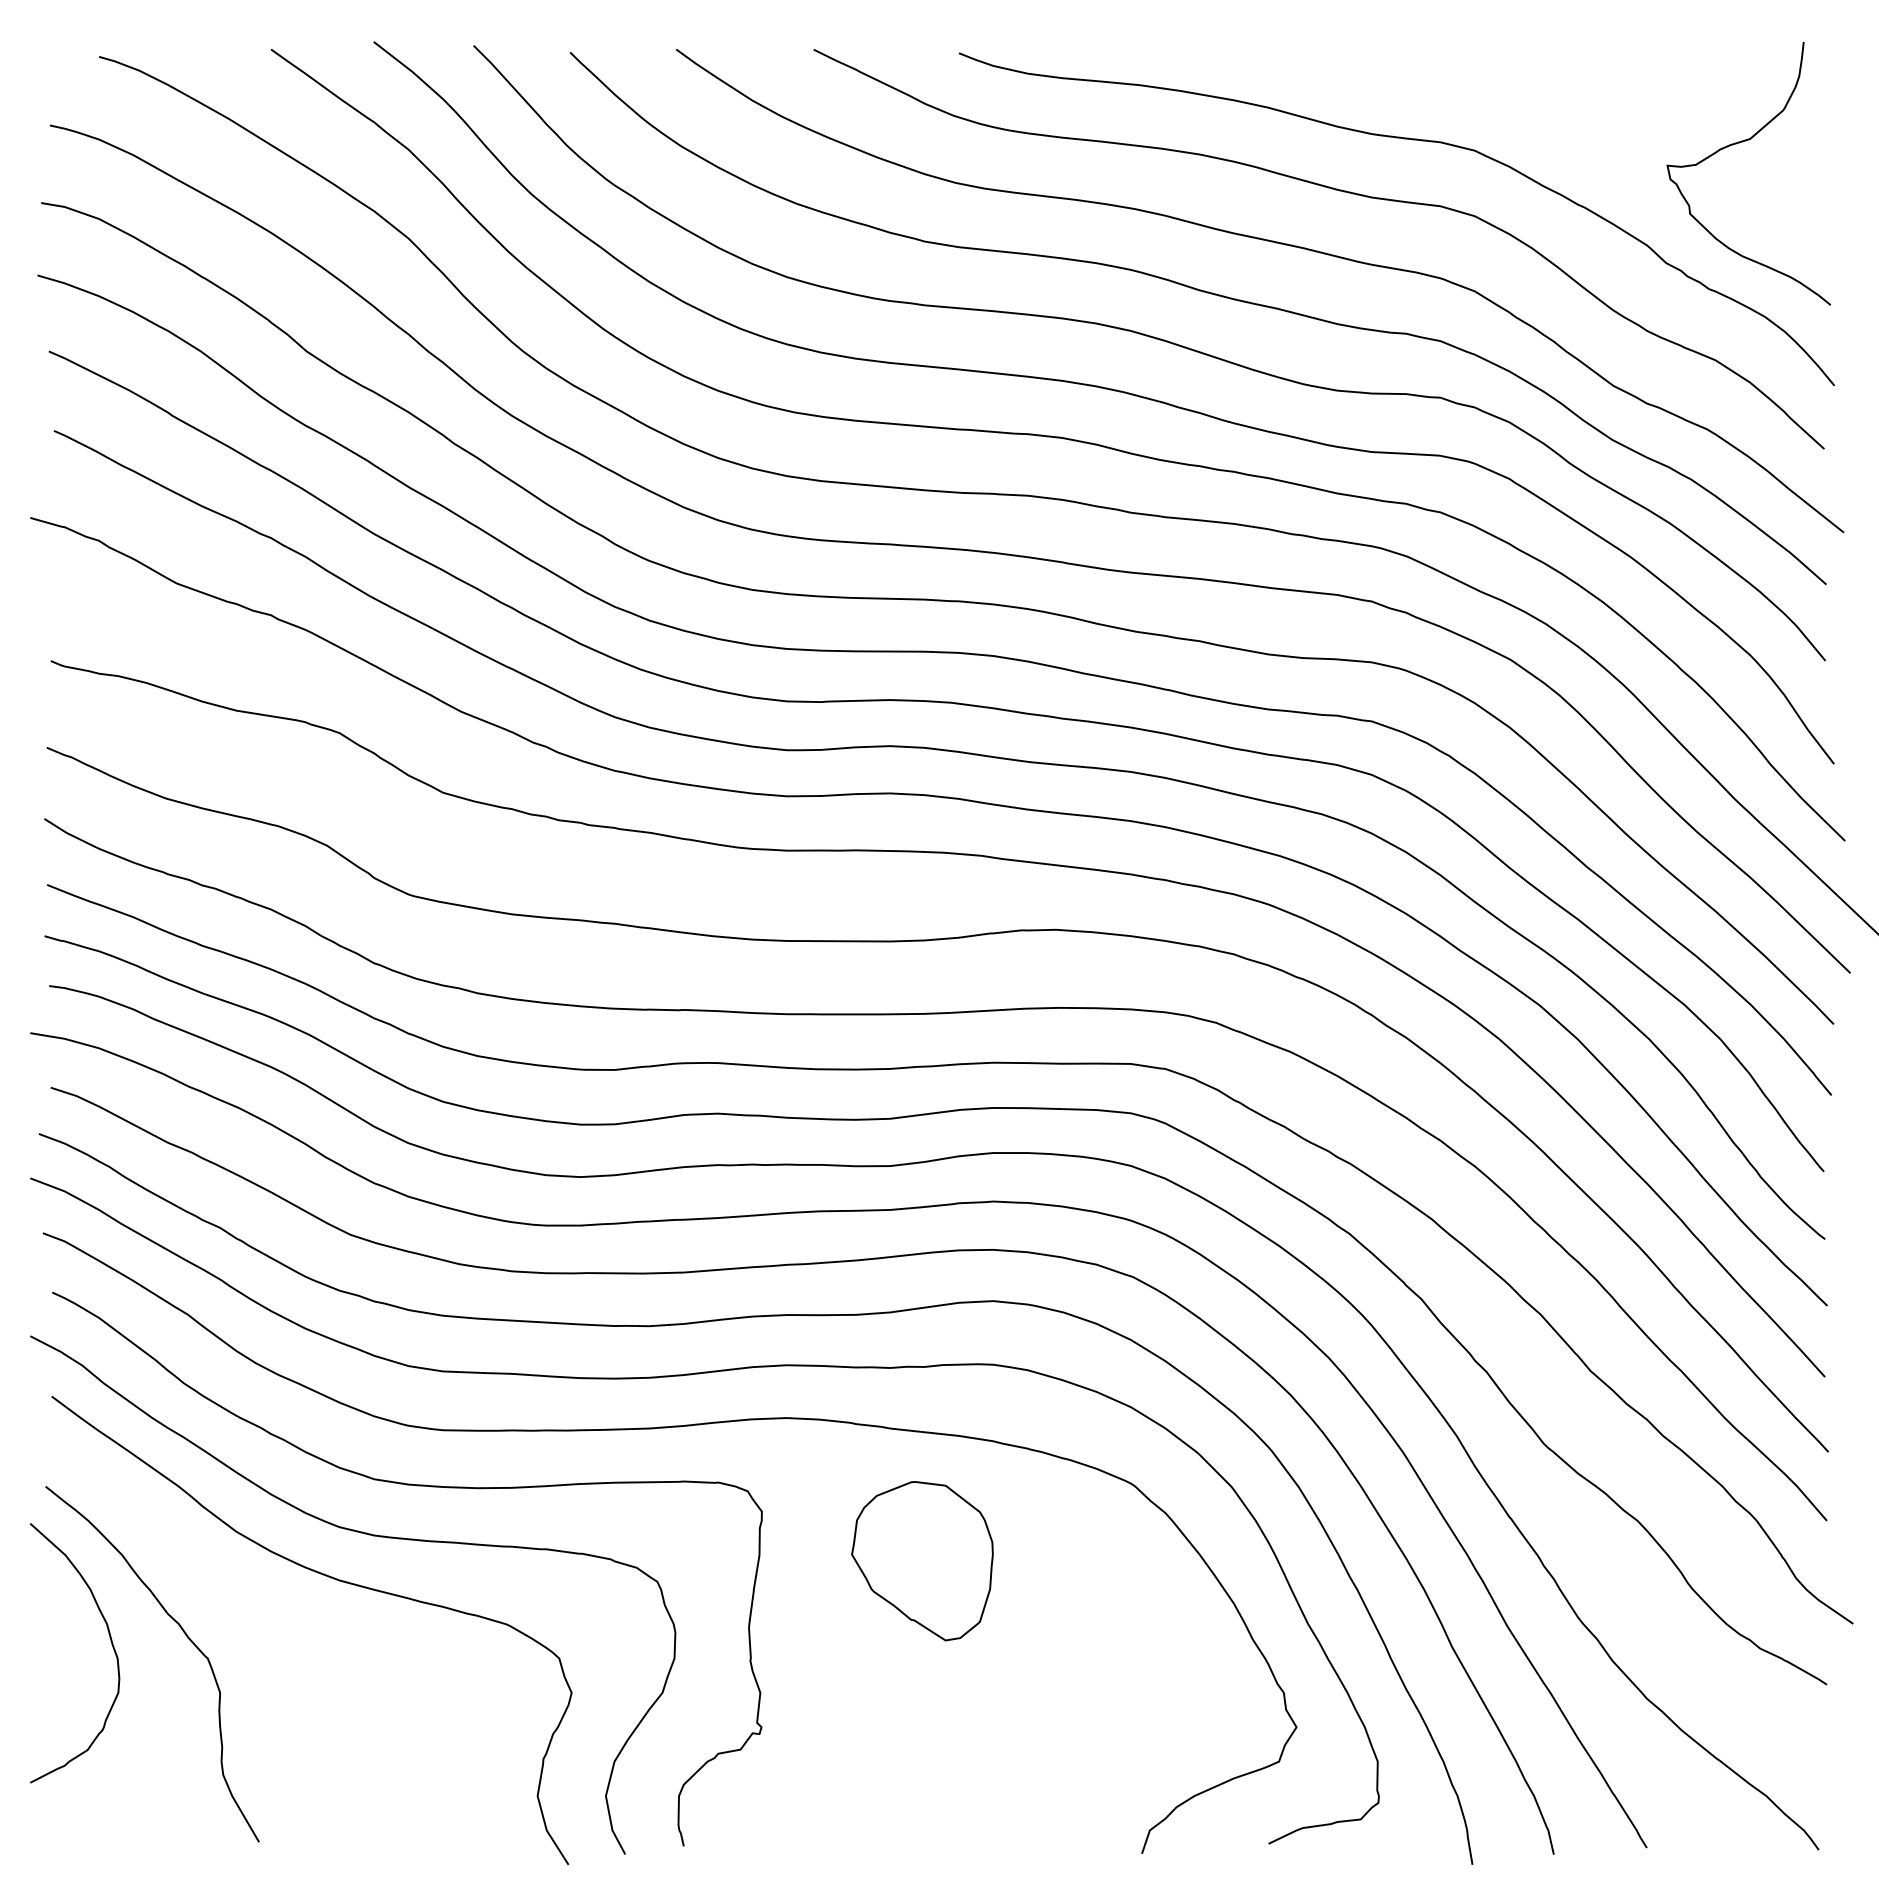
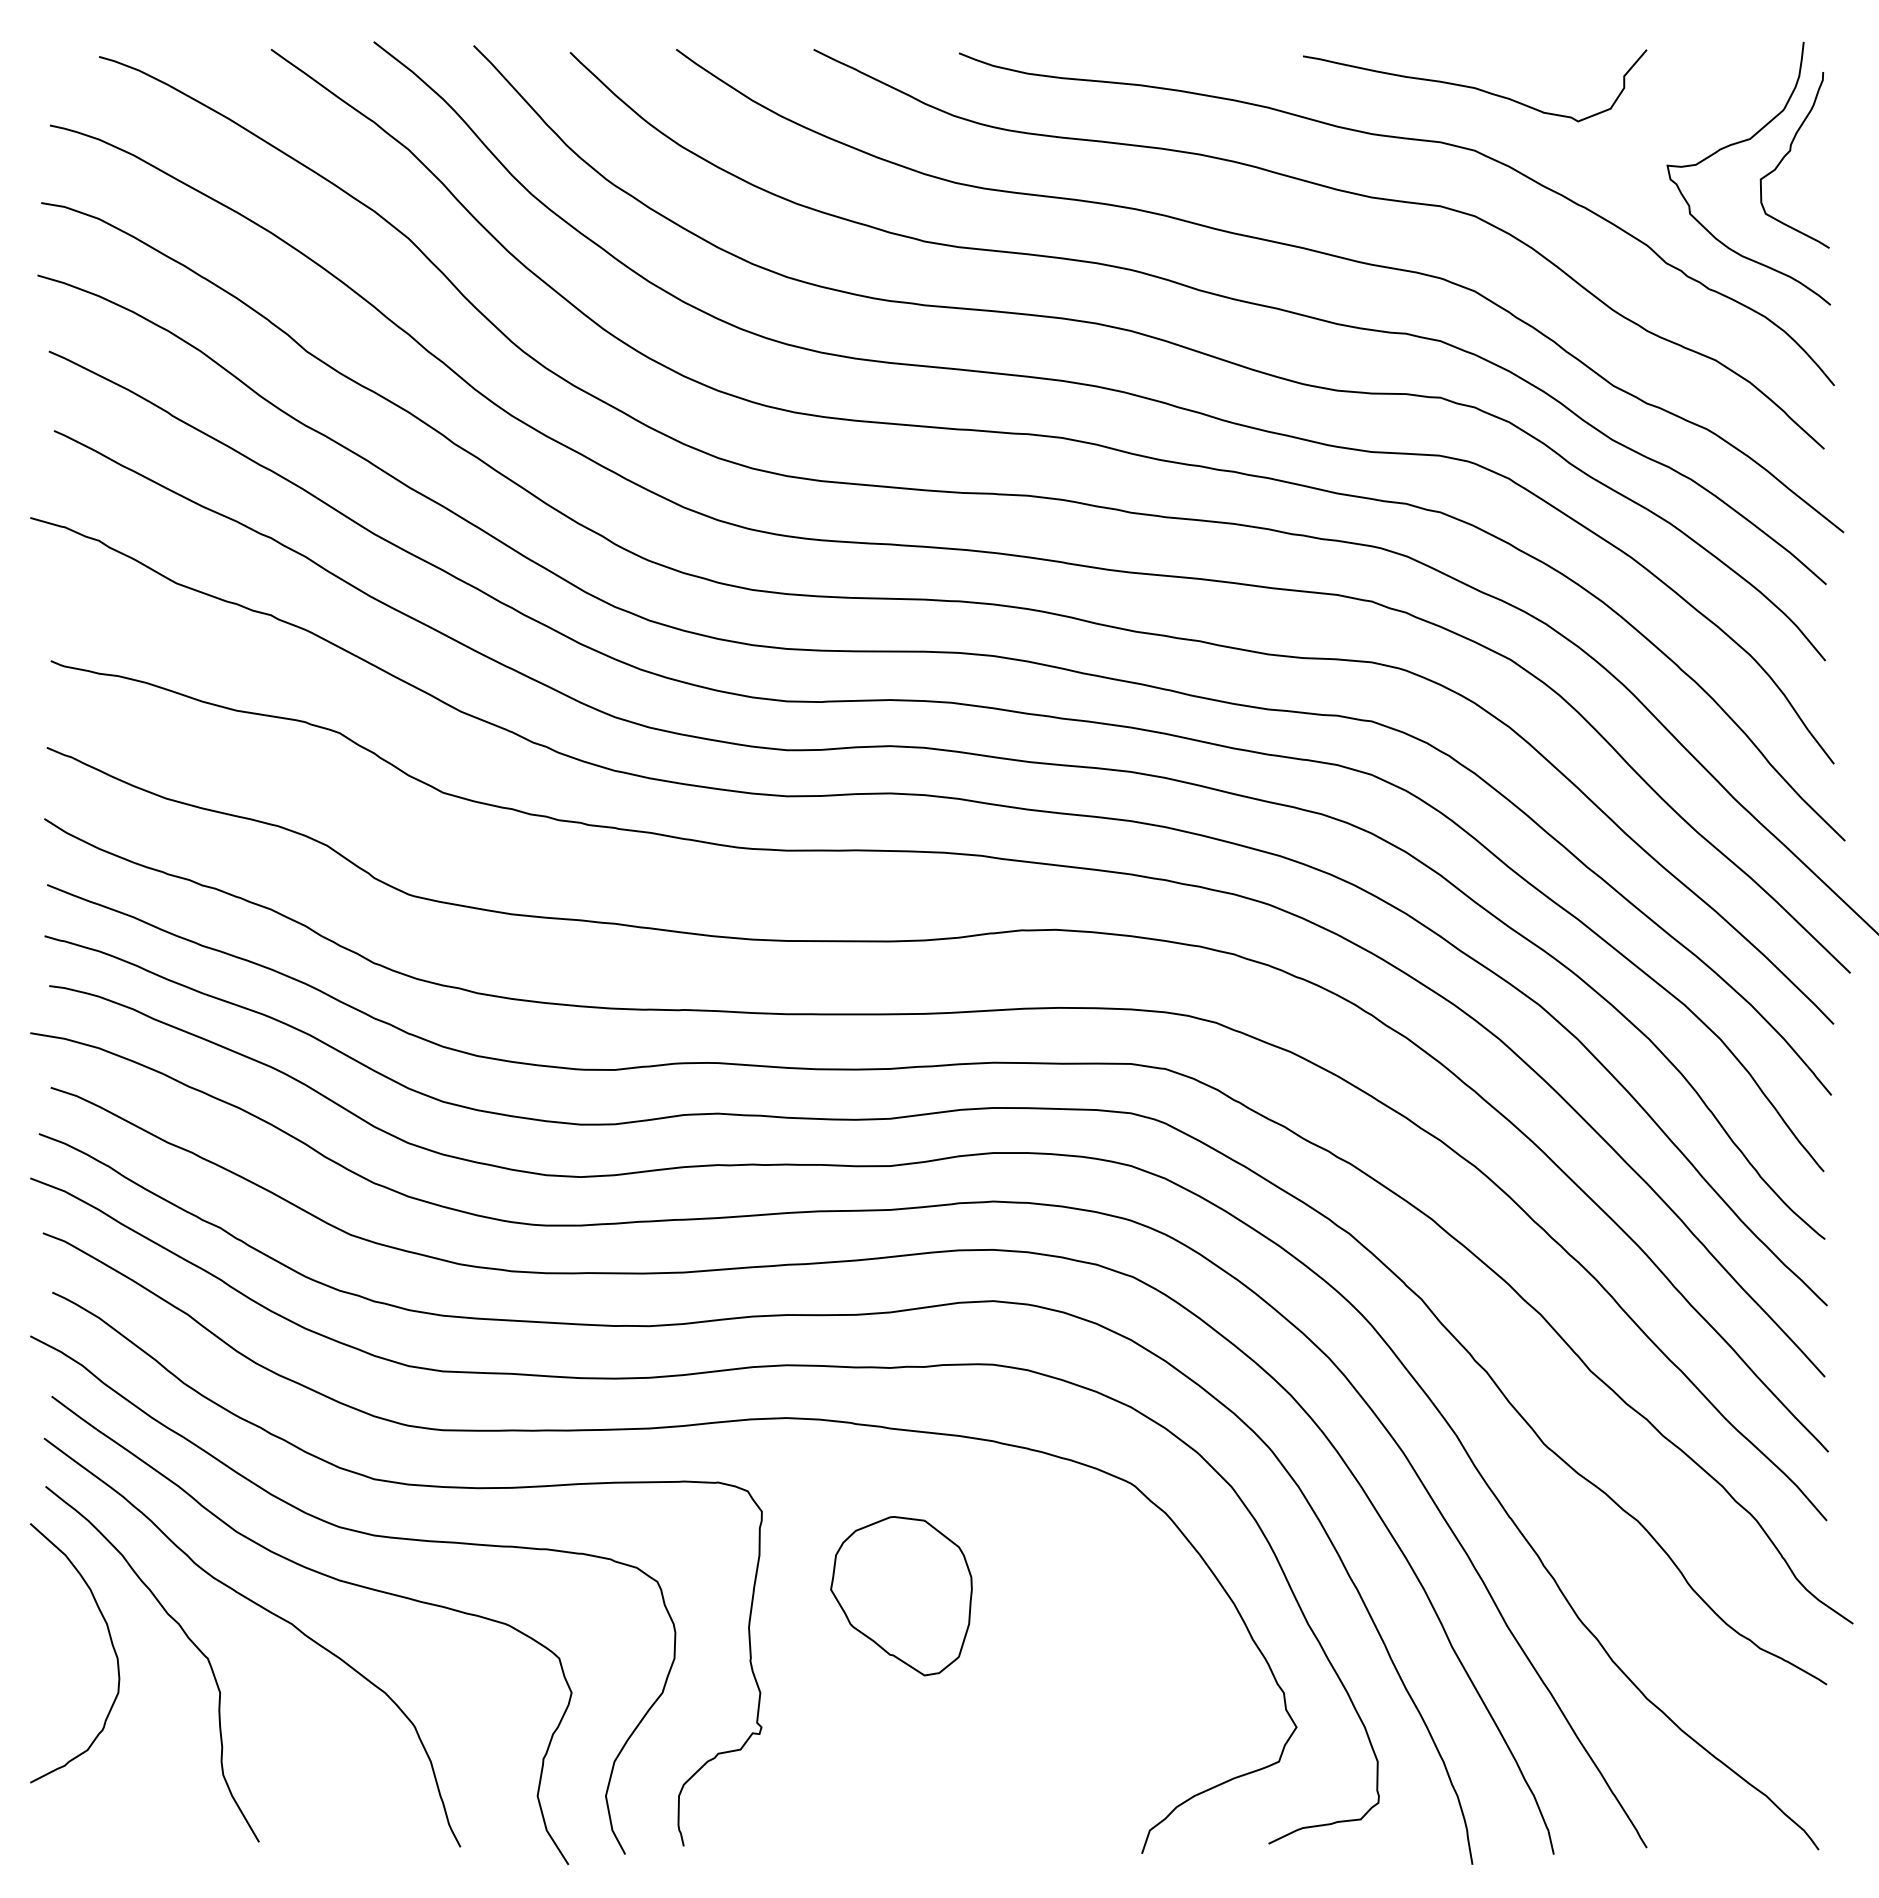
curve at (1475, 87): none -> present
curve at (1788, 153): none -> present
part at (922, 1561) position: (922, 1561) -> (901, 1596)
curve at (268, 1612): none -> present
